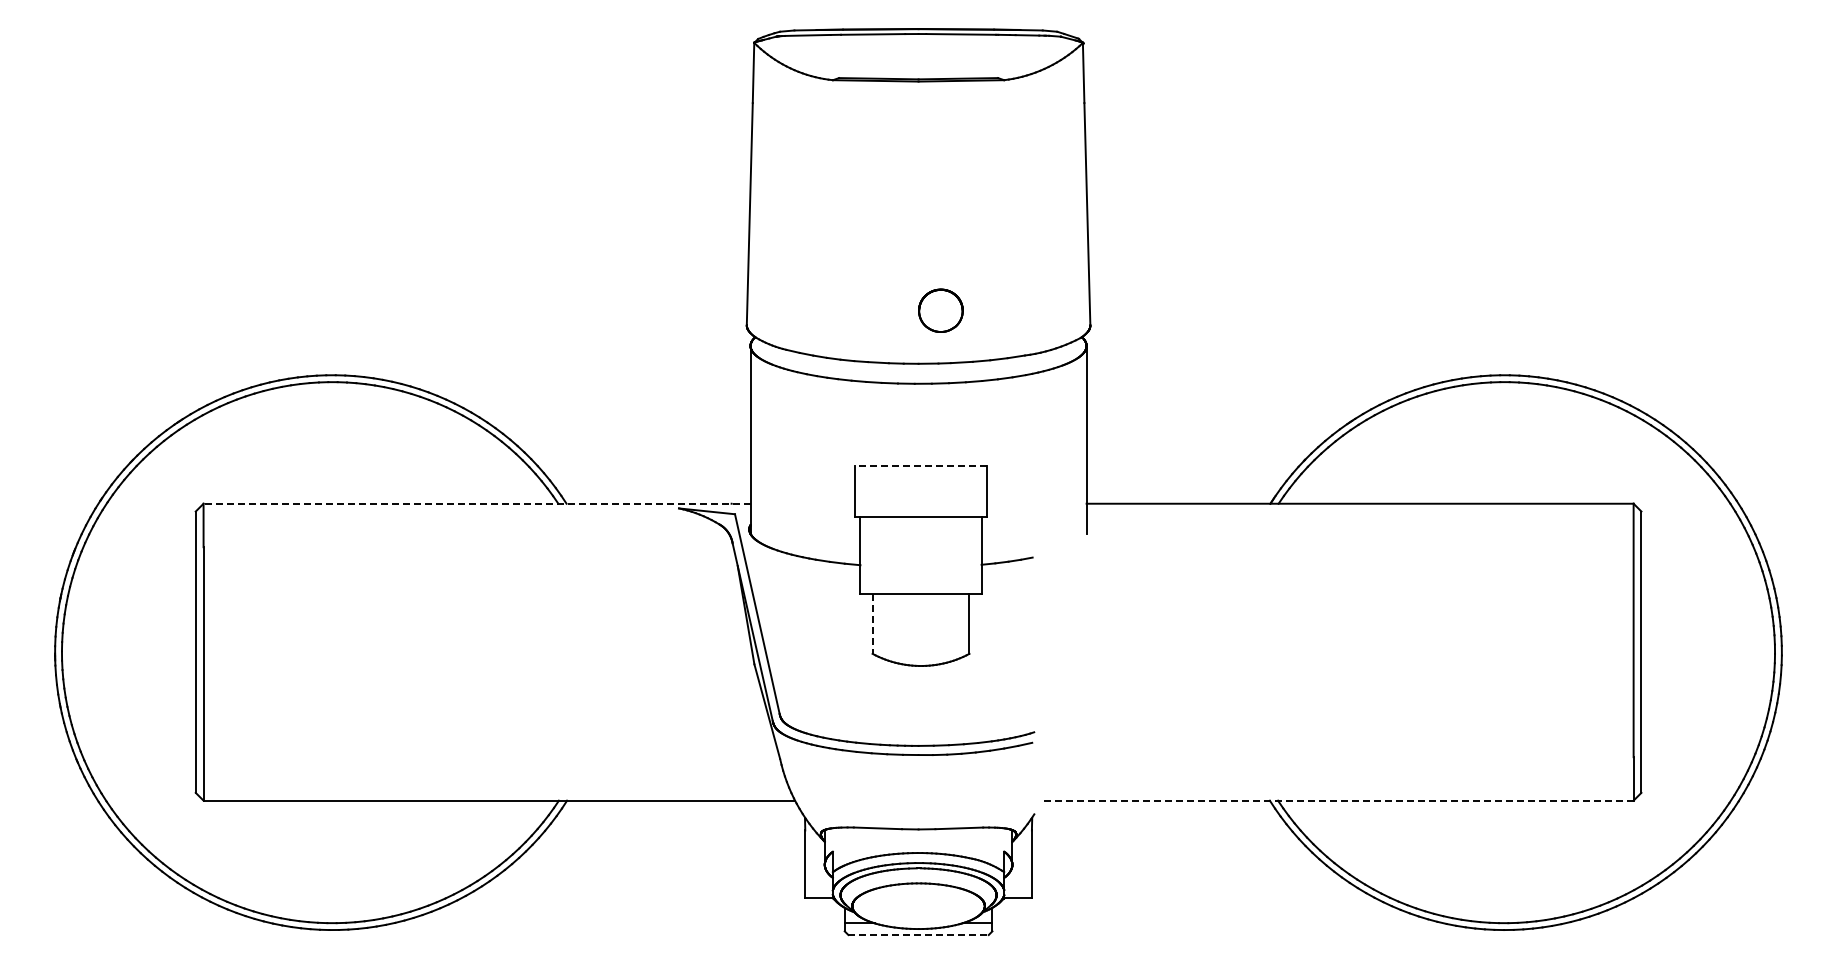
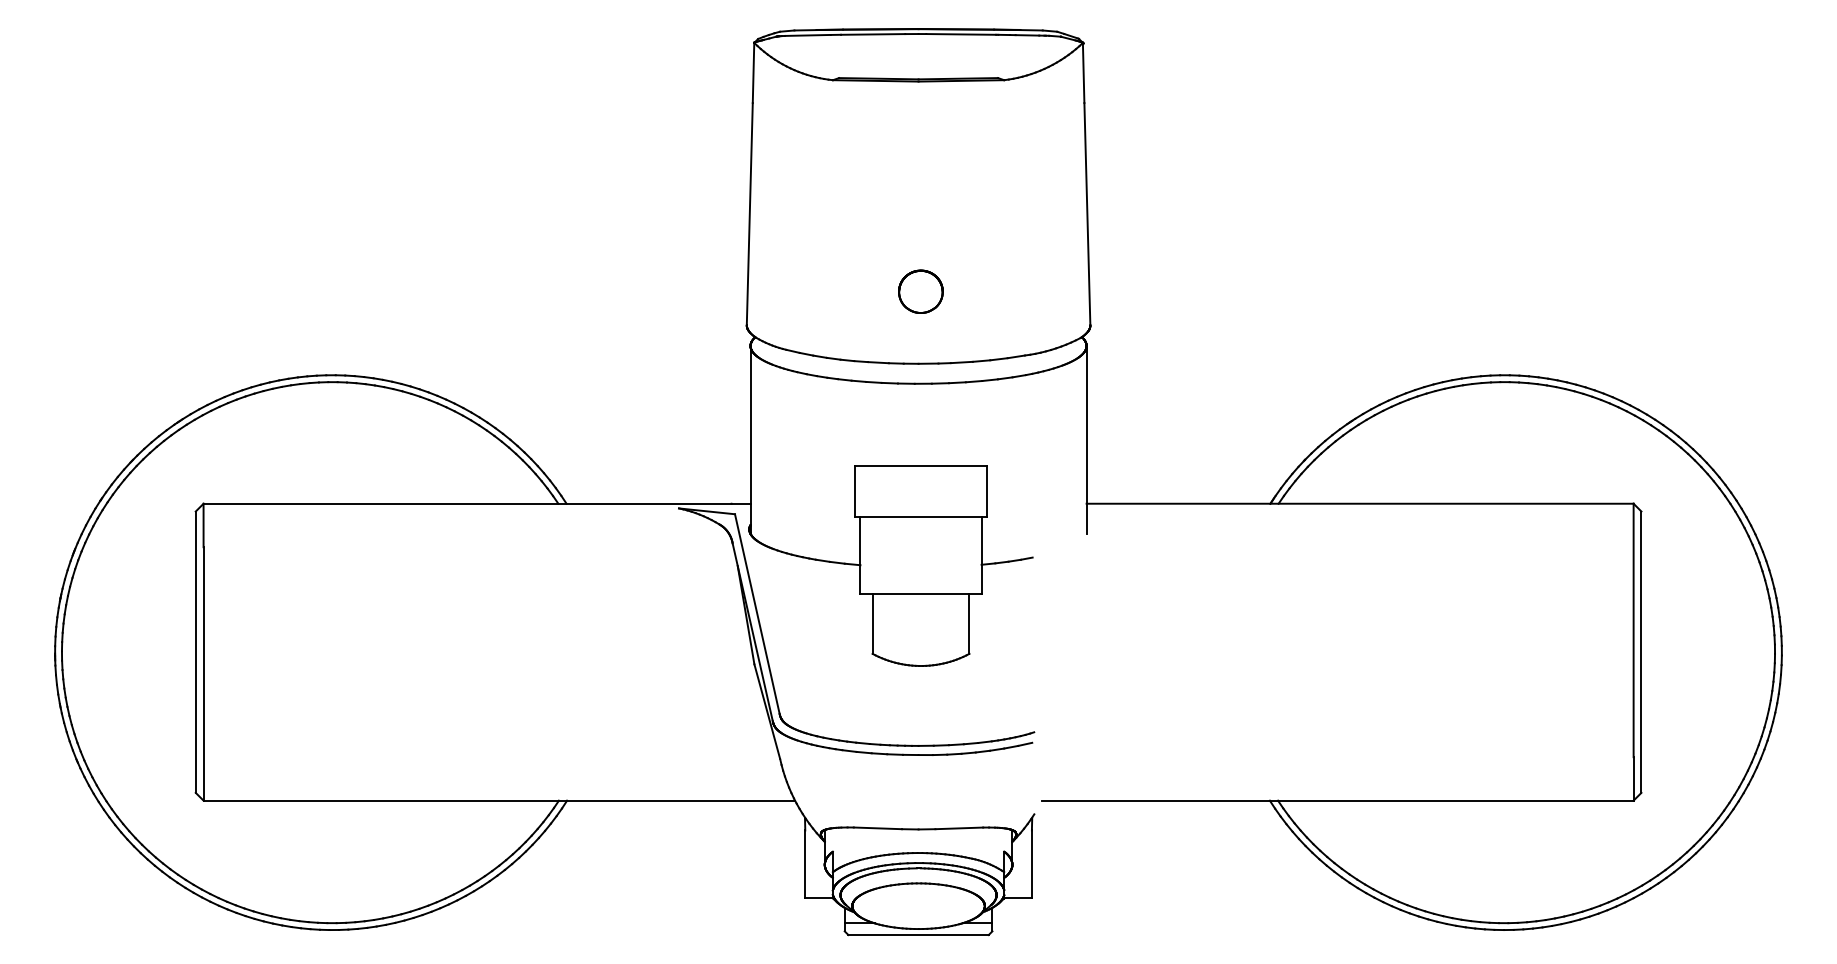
part at (940, 310) position: (940, 310) -> (920, 291)
line at (920, 466): dashed -> solid
line at (477, 503): dashed -> solid
line at (872, 624): dashed -> solid
line at (1337, 800): dashed -> solid
line at (919, 935): dashed -> solid
